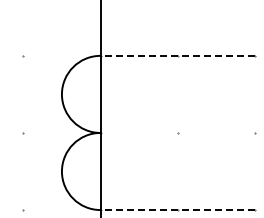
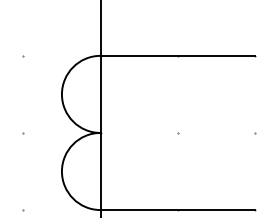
line at (177, 55): dashed -> solid
line at (177, 210): dashed -> solid
